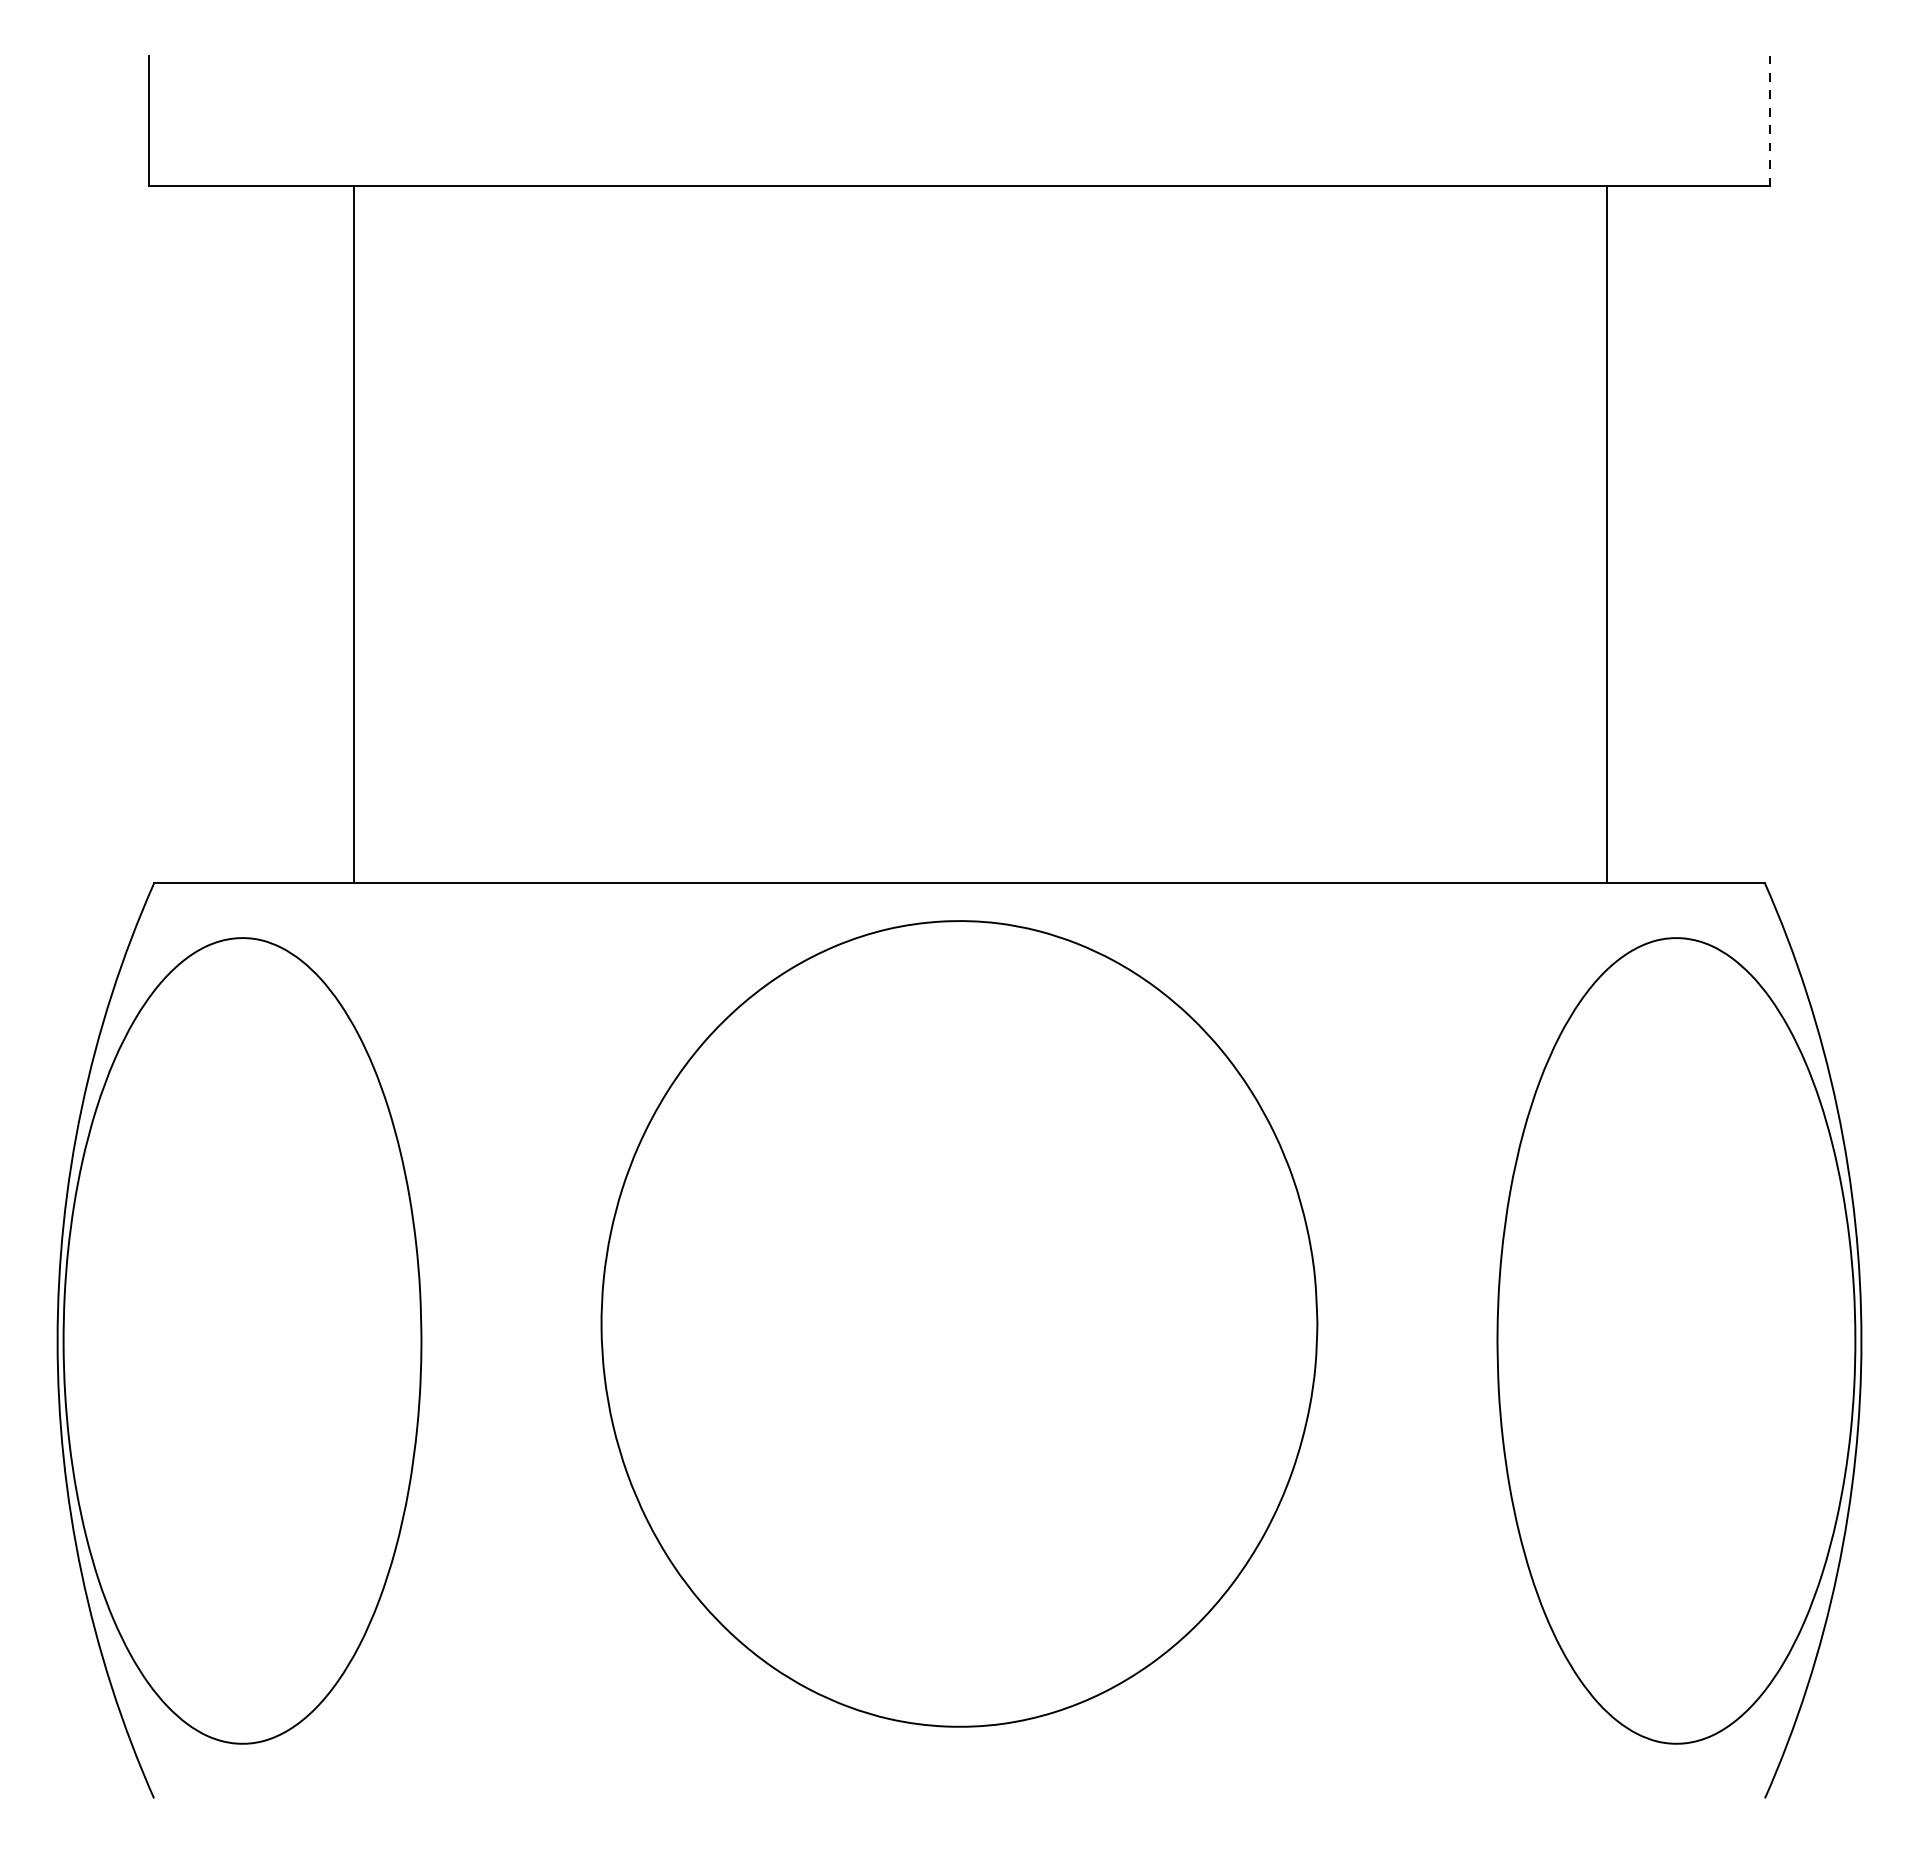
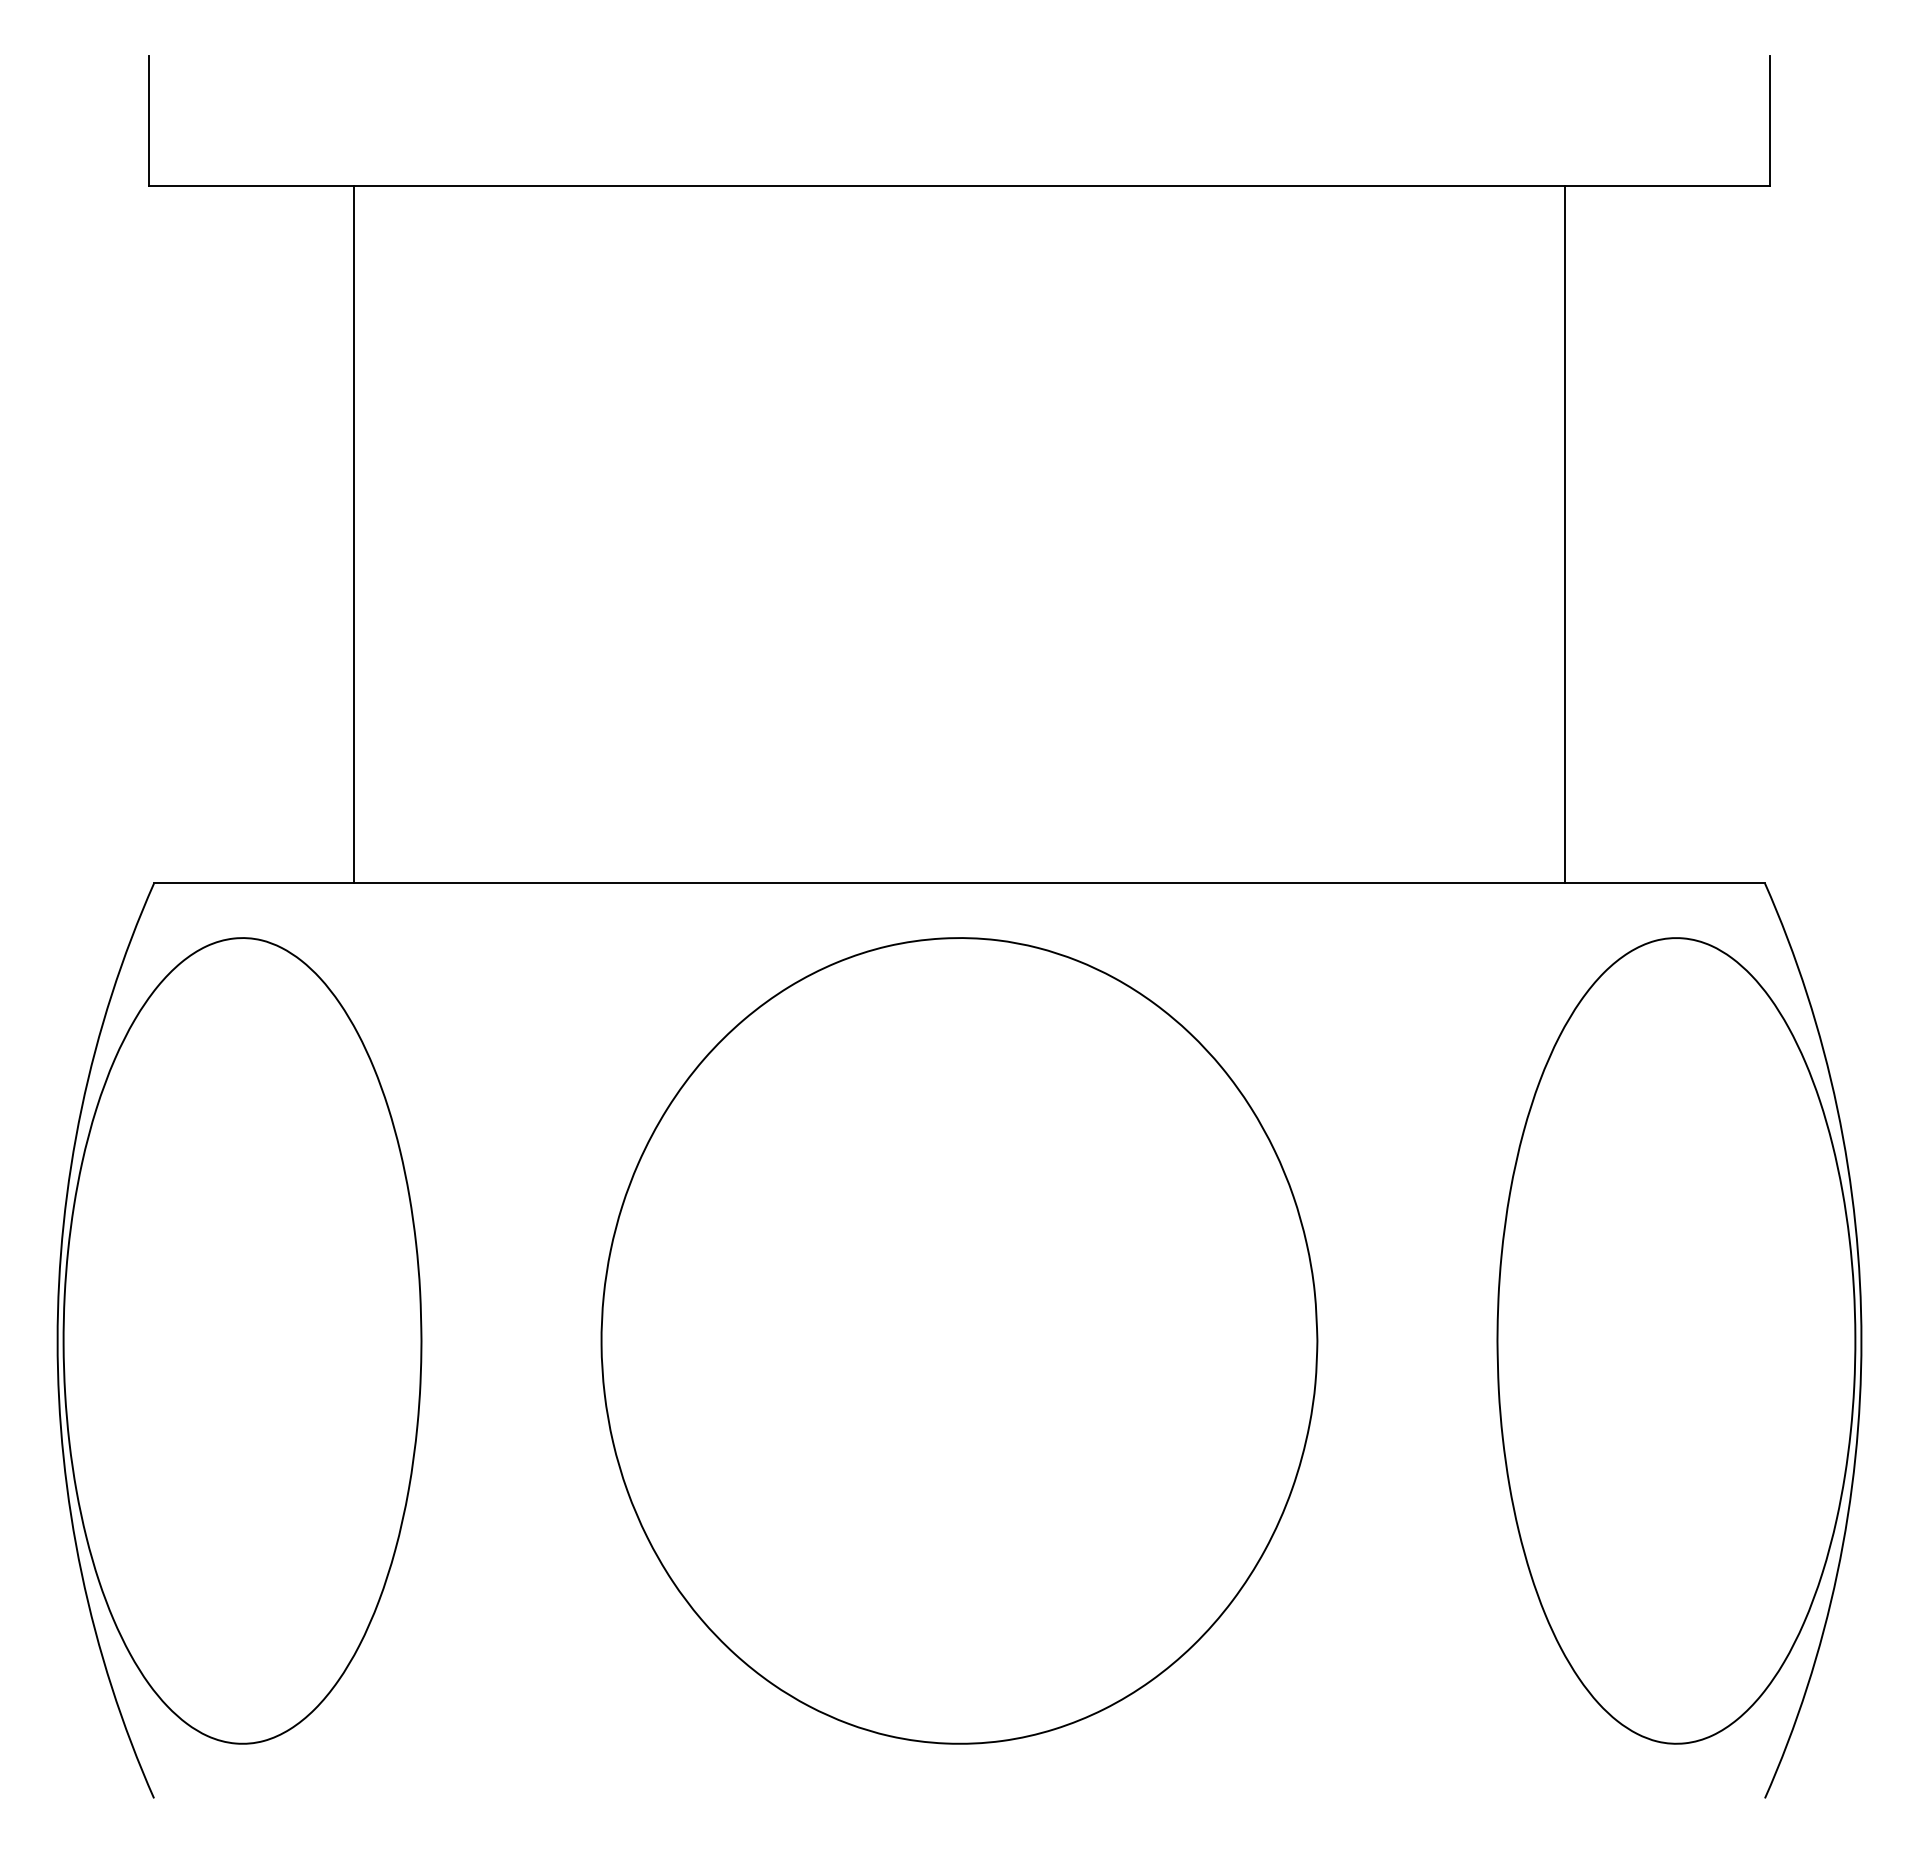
line at (1769, 120): dashed -> solid
line at (1607, 534) position: (1607, 534) -> (1565, 534)
part at (959, 1323) position: (959, 1323) -> (959, 1340)
